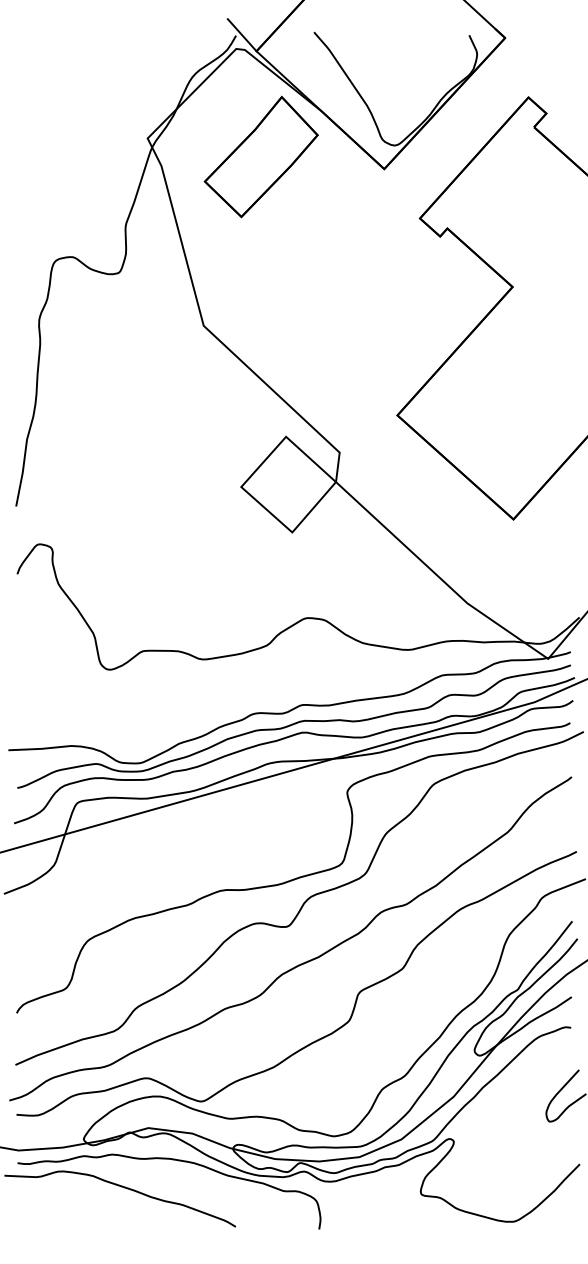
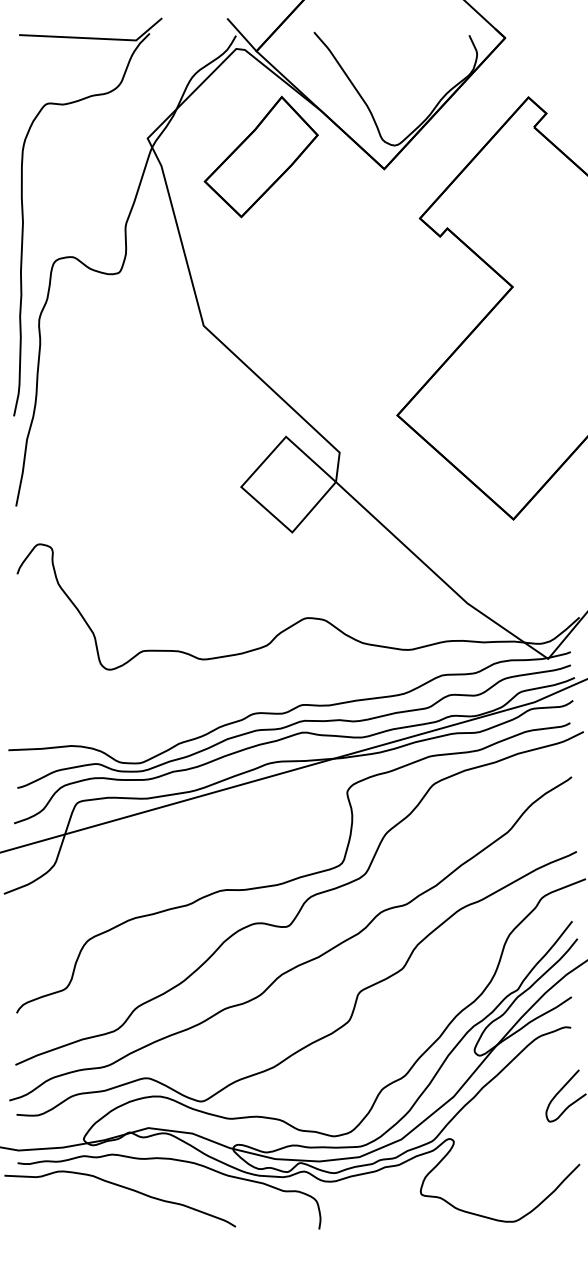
part at (23, 216): none -> present
